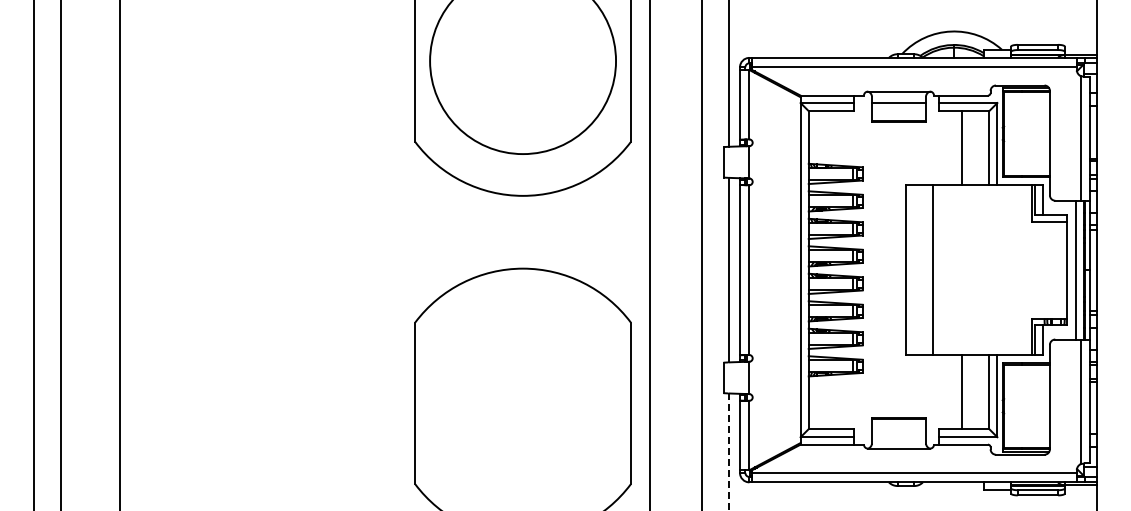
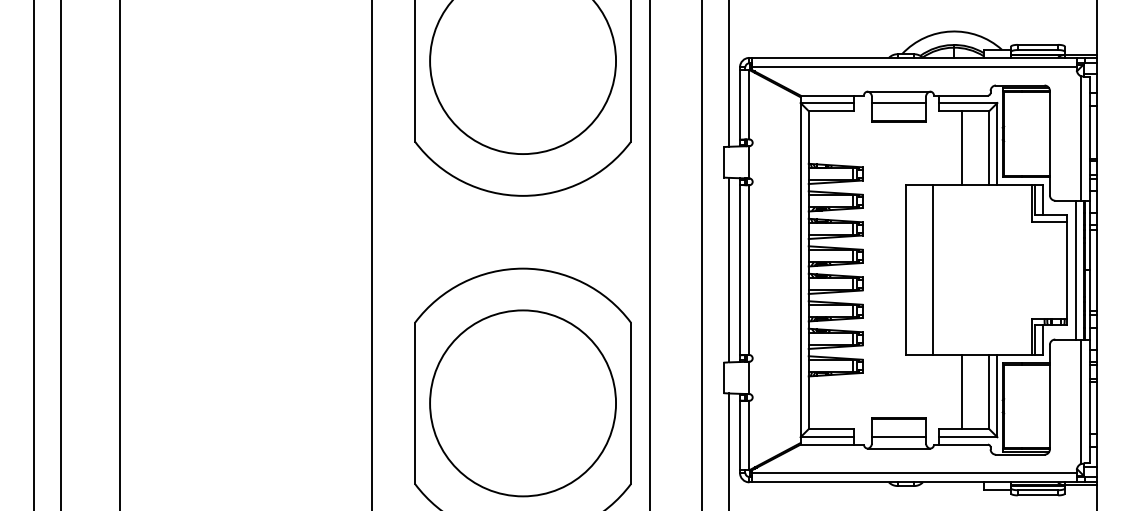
line at (372, 254): none -> present
circle at (522, 403): none -> present
line at (898, 436): none -> present
line at (729, 452): dashed -> solid
